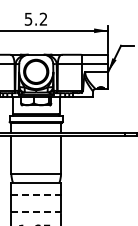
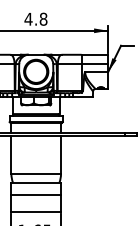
text at (35, 18): 5.2 -> 4.8
line at (36, 194): dashed -> solid
line at (36, 212): dashed -> solid
